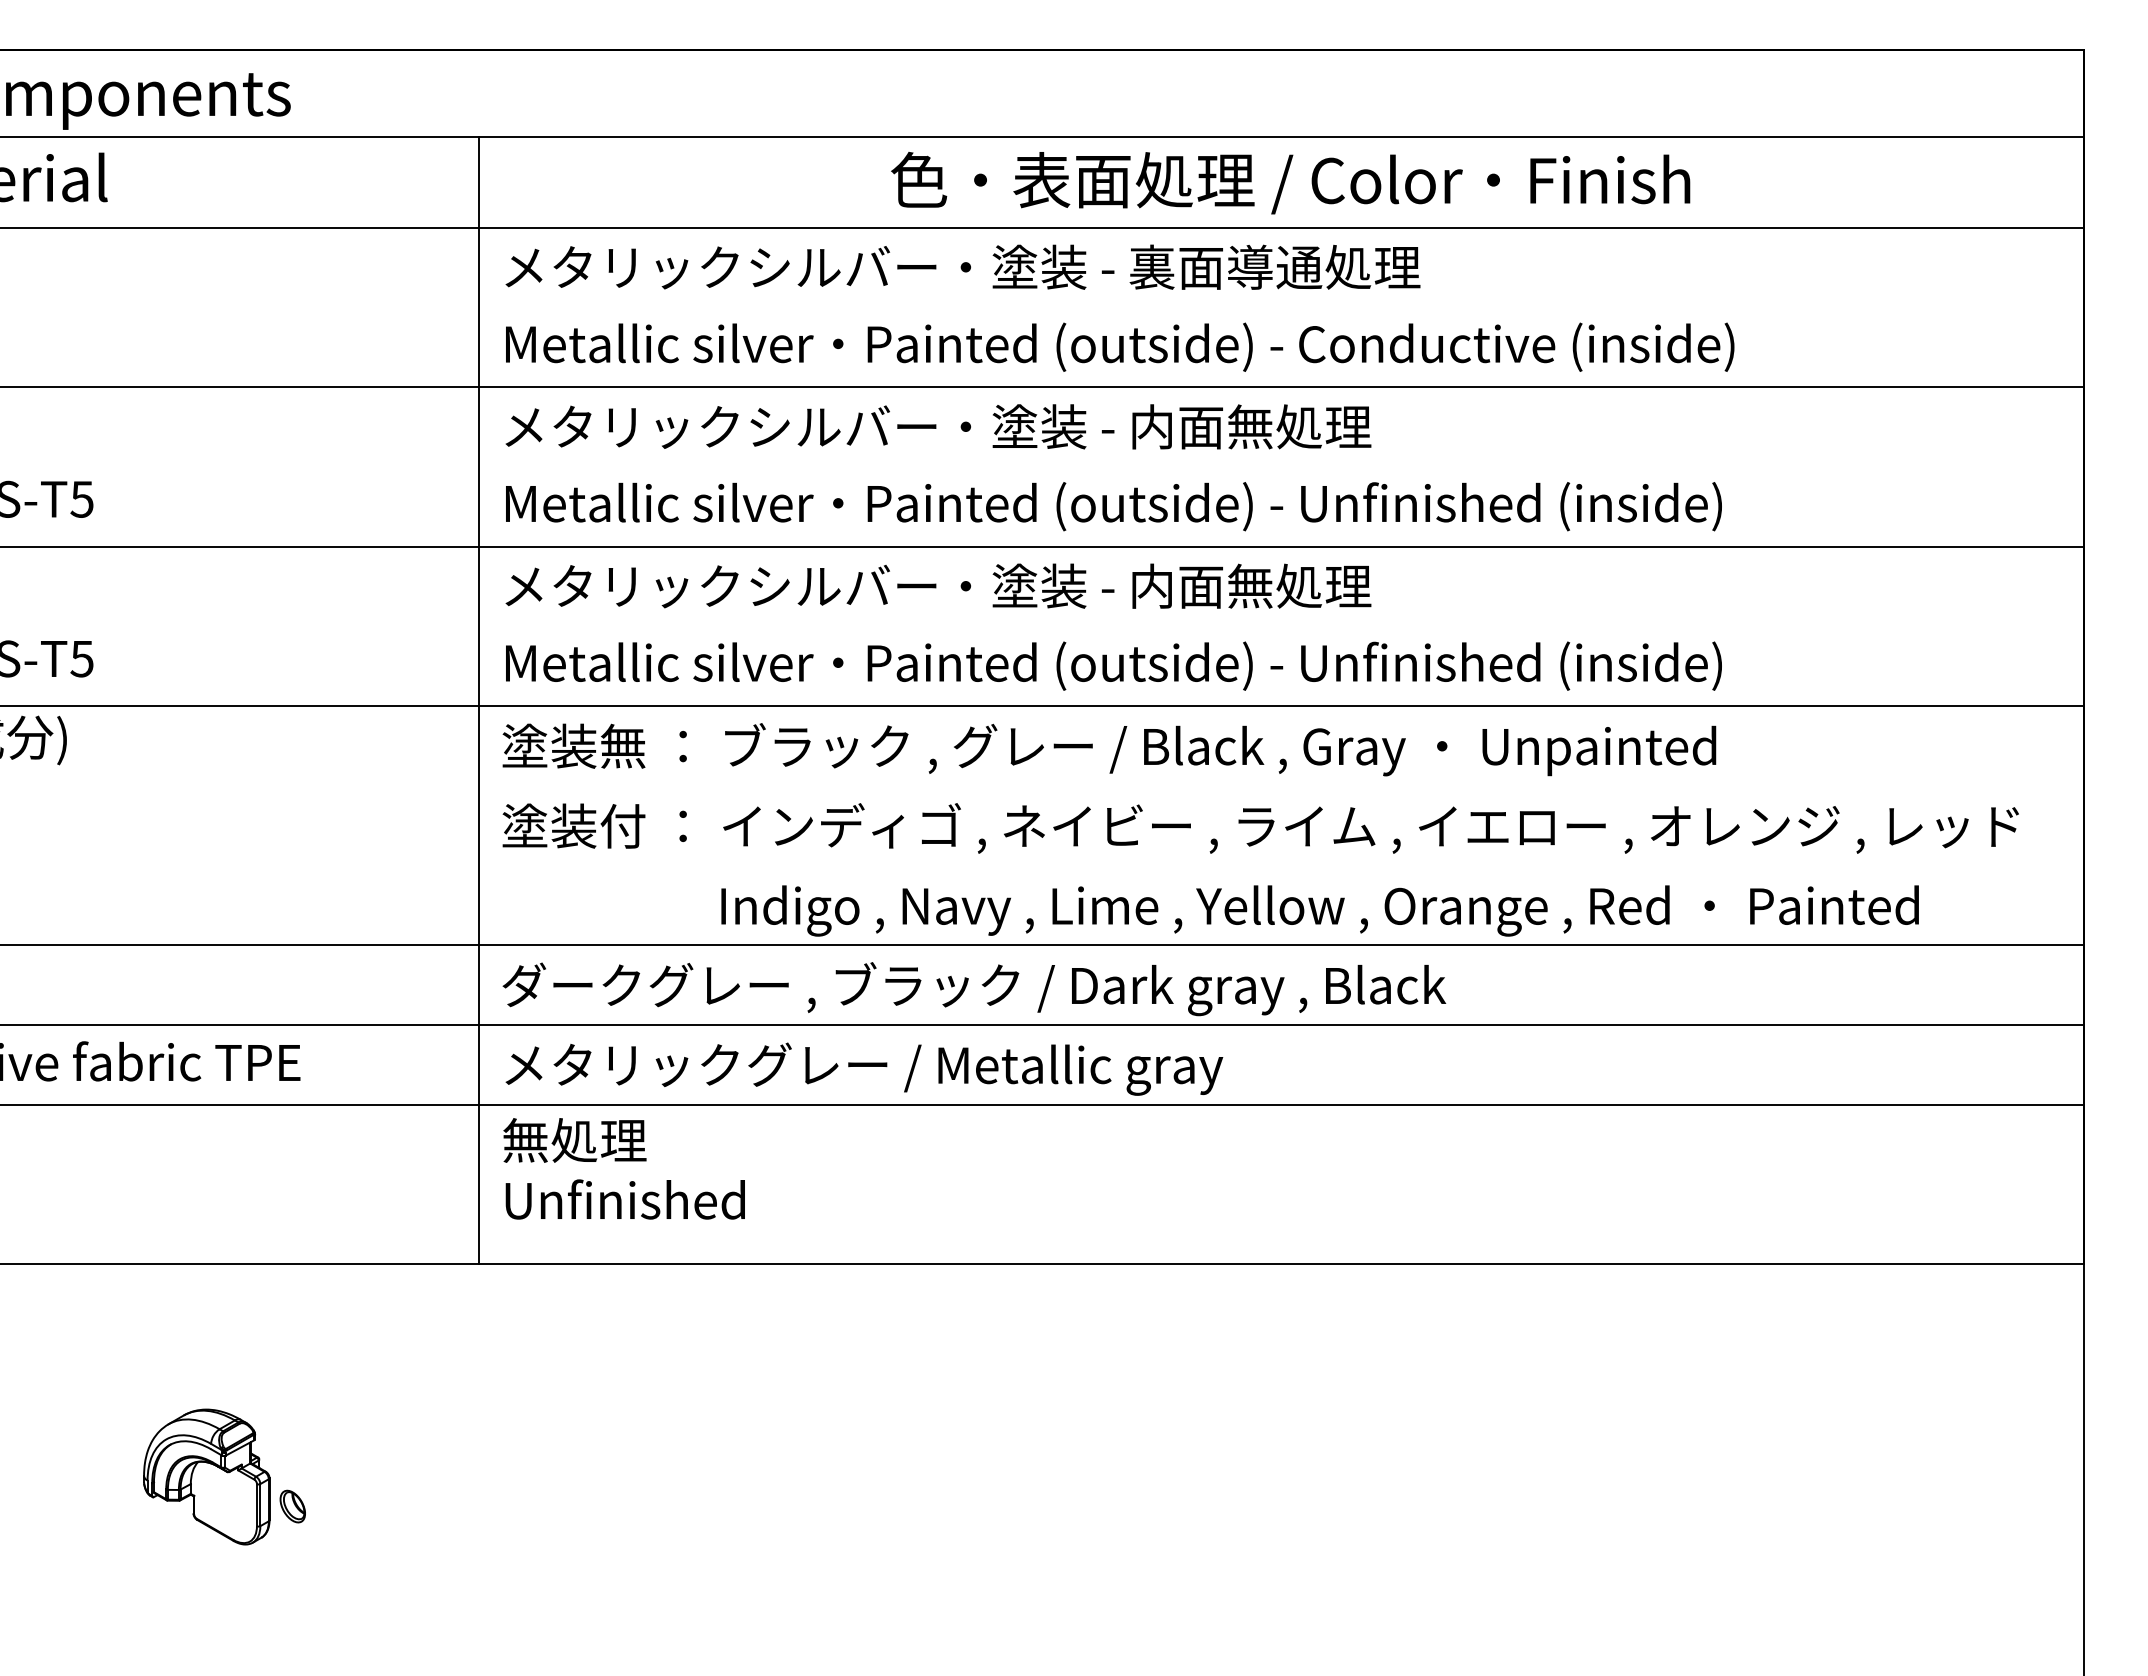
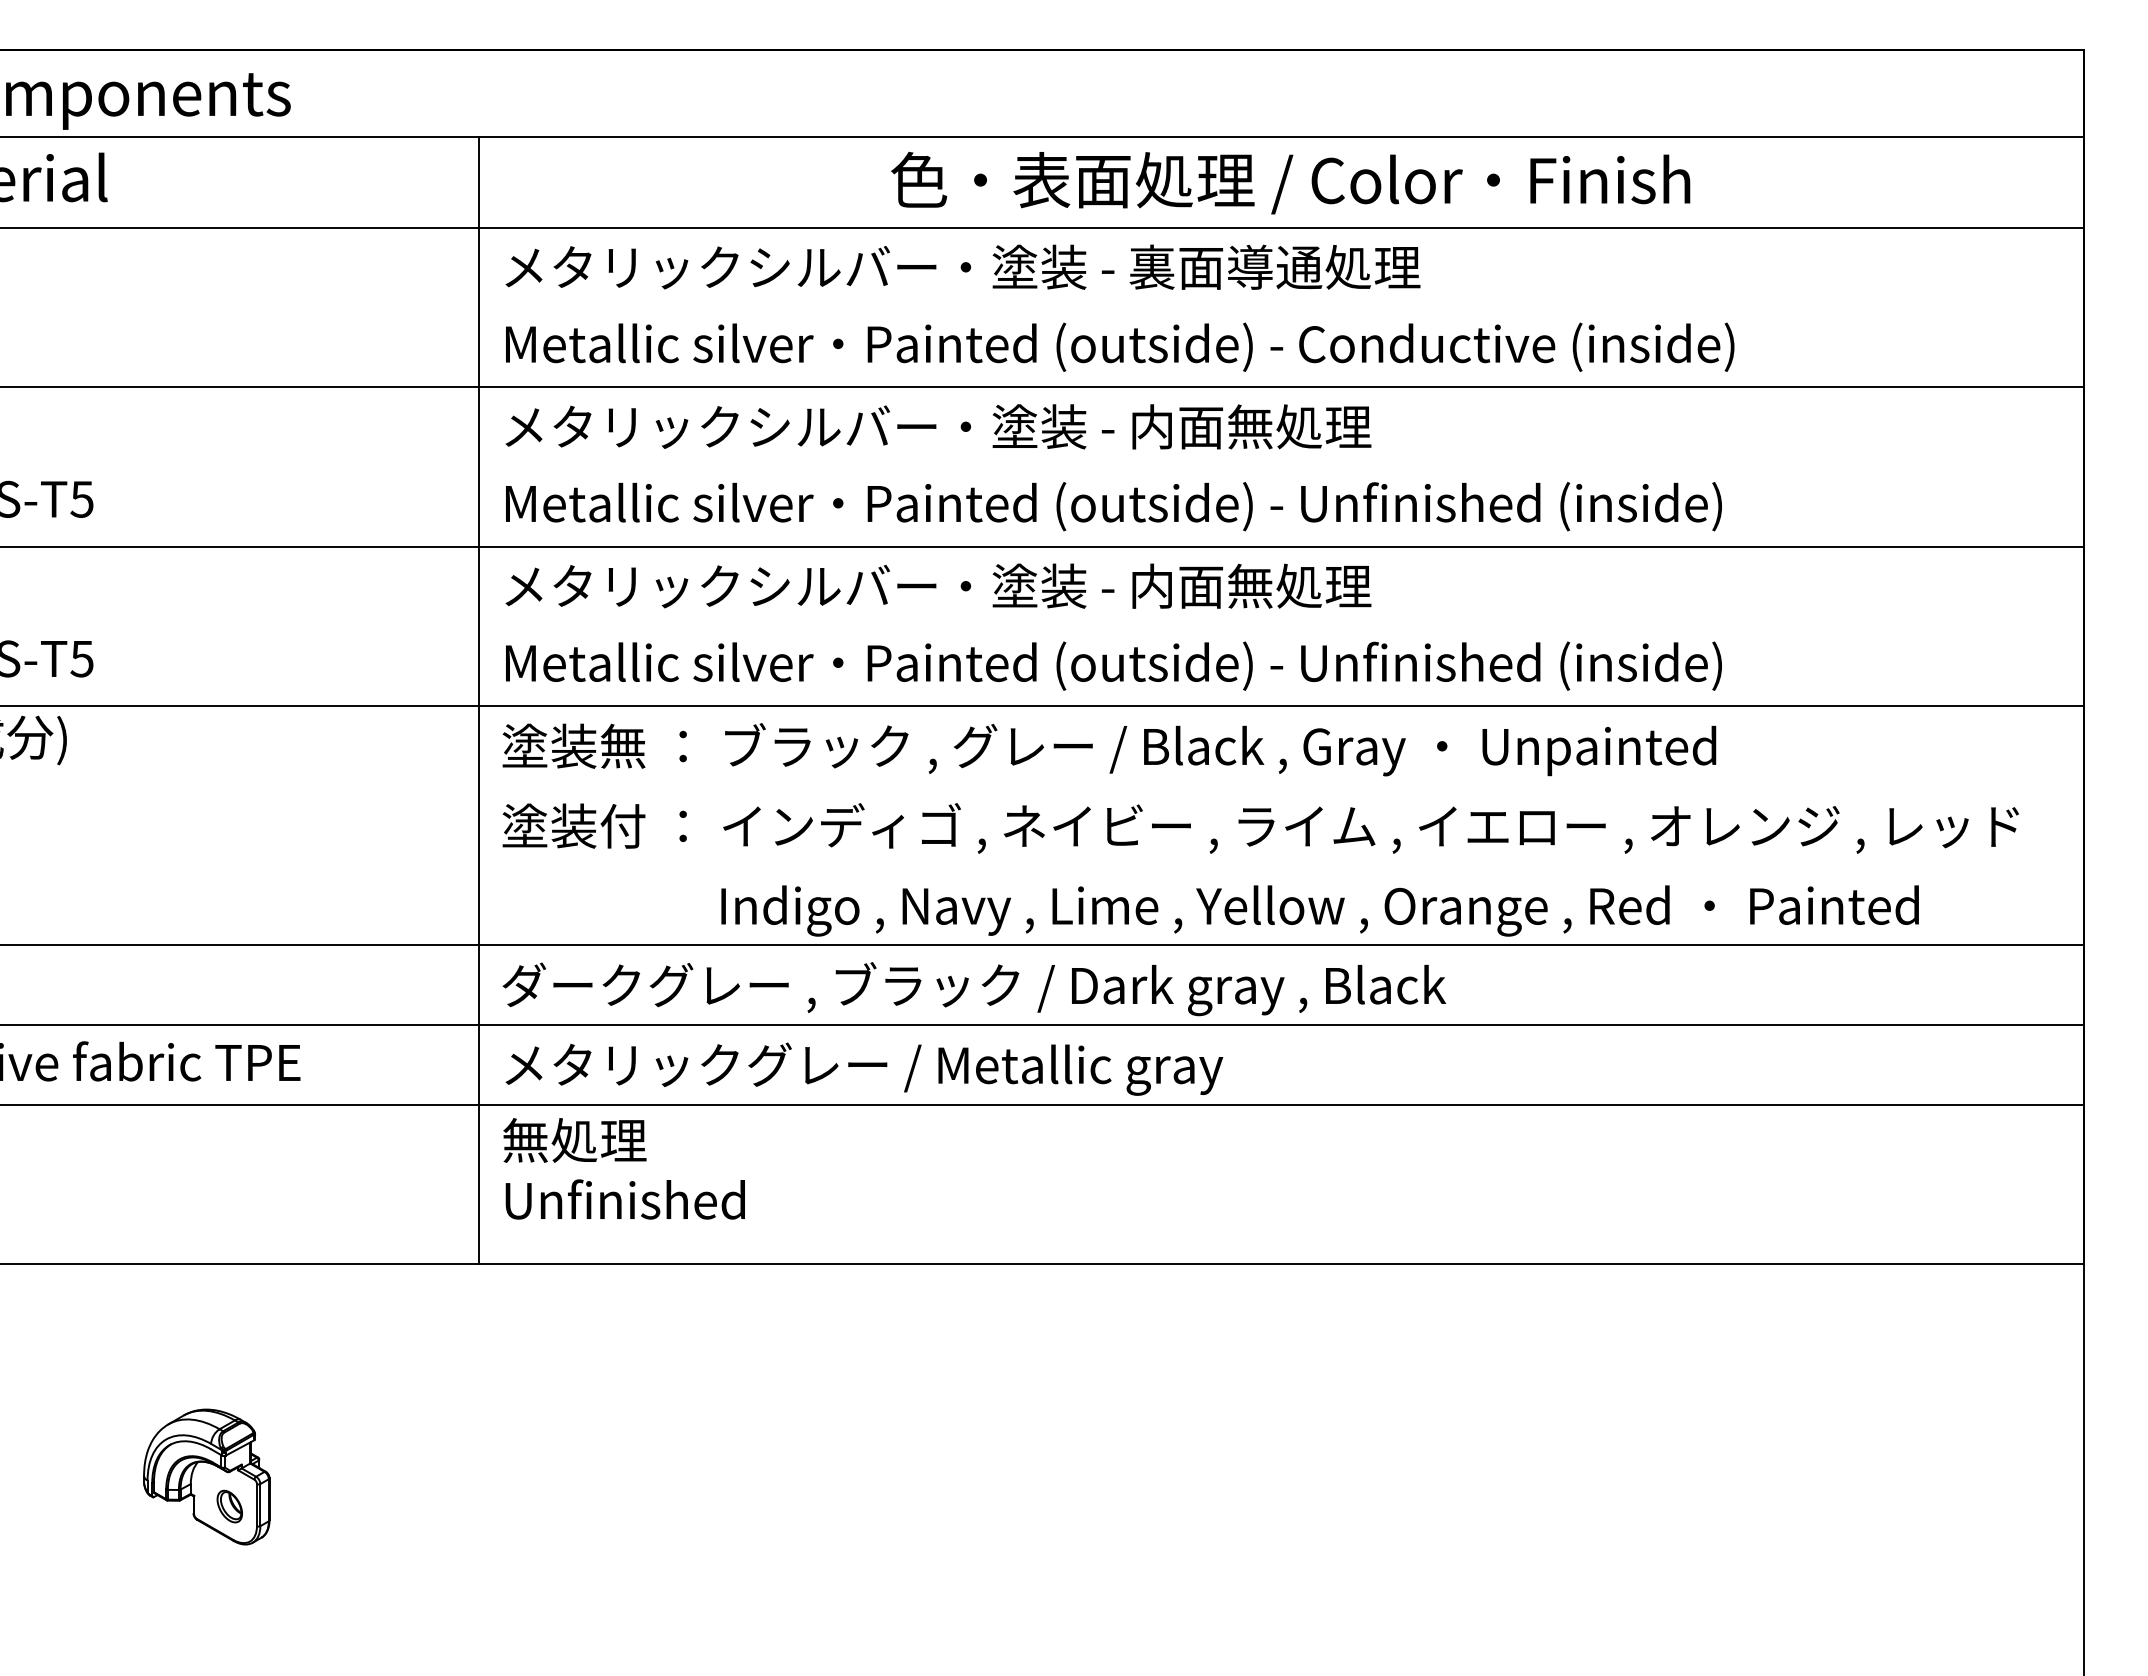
part at (292, 1506) position: (292, 1506) -> (229, 1506)
